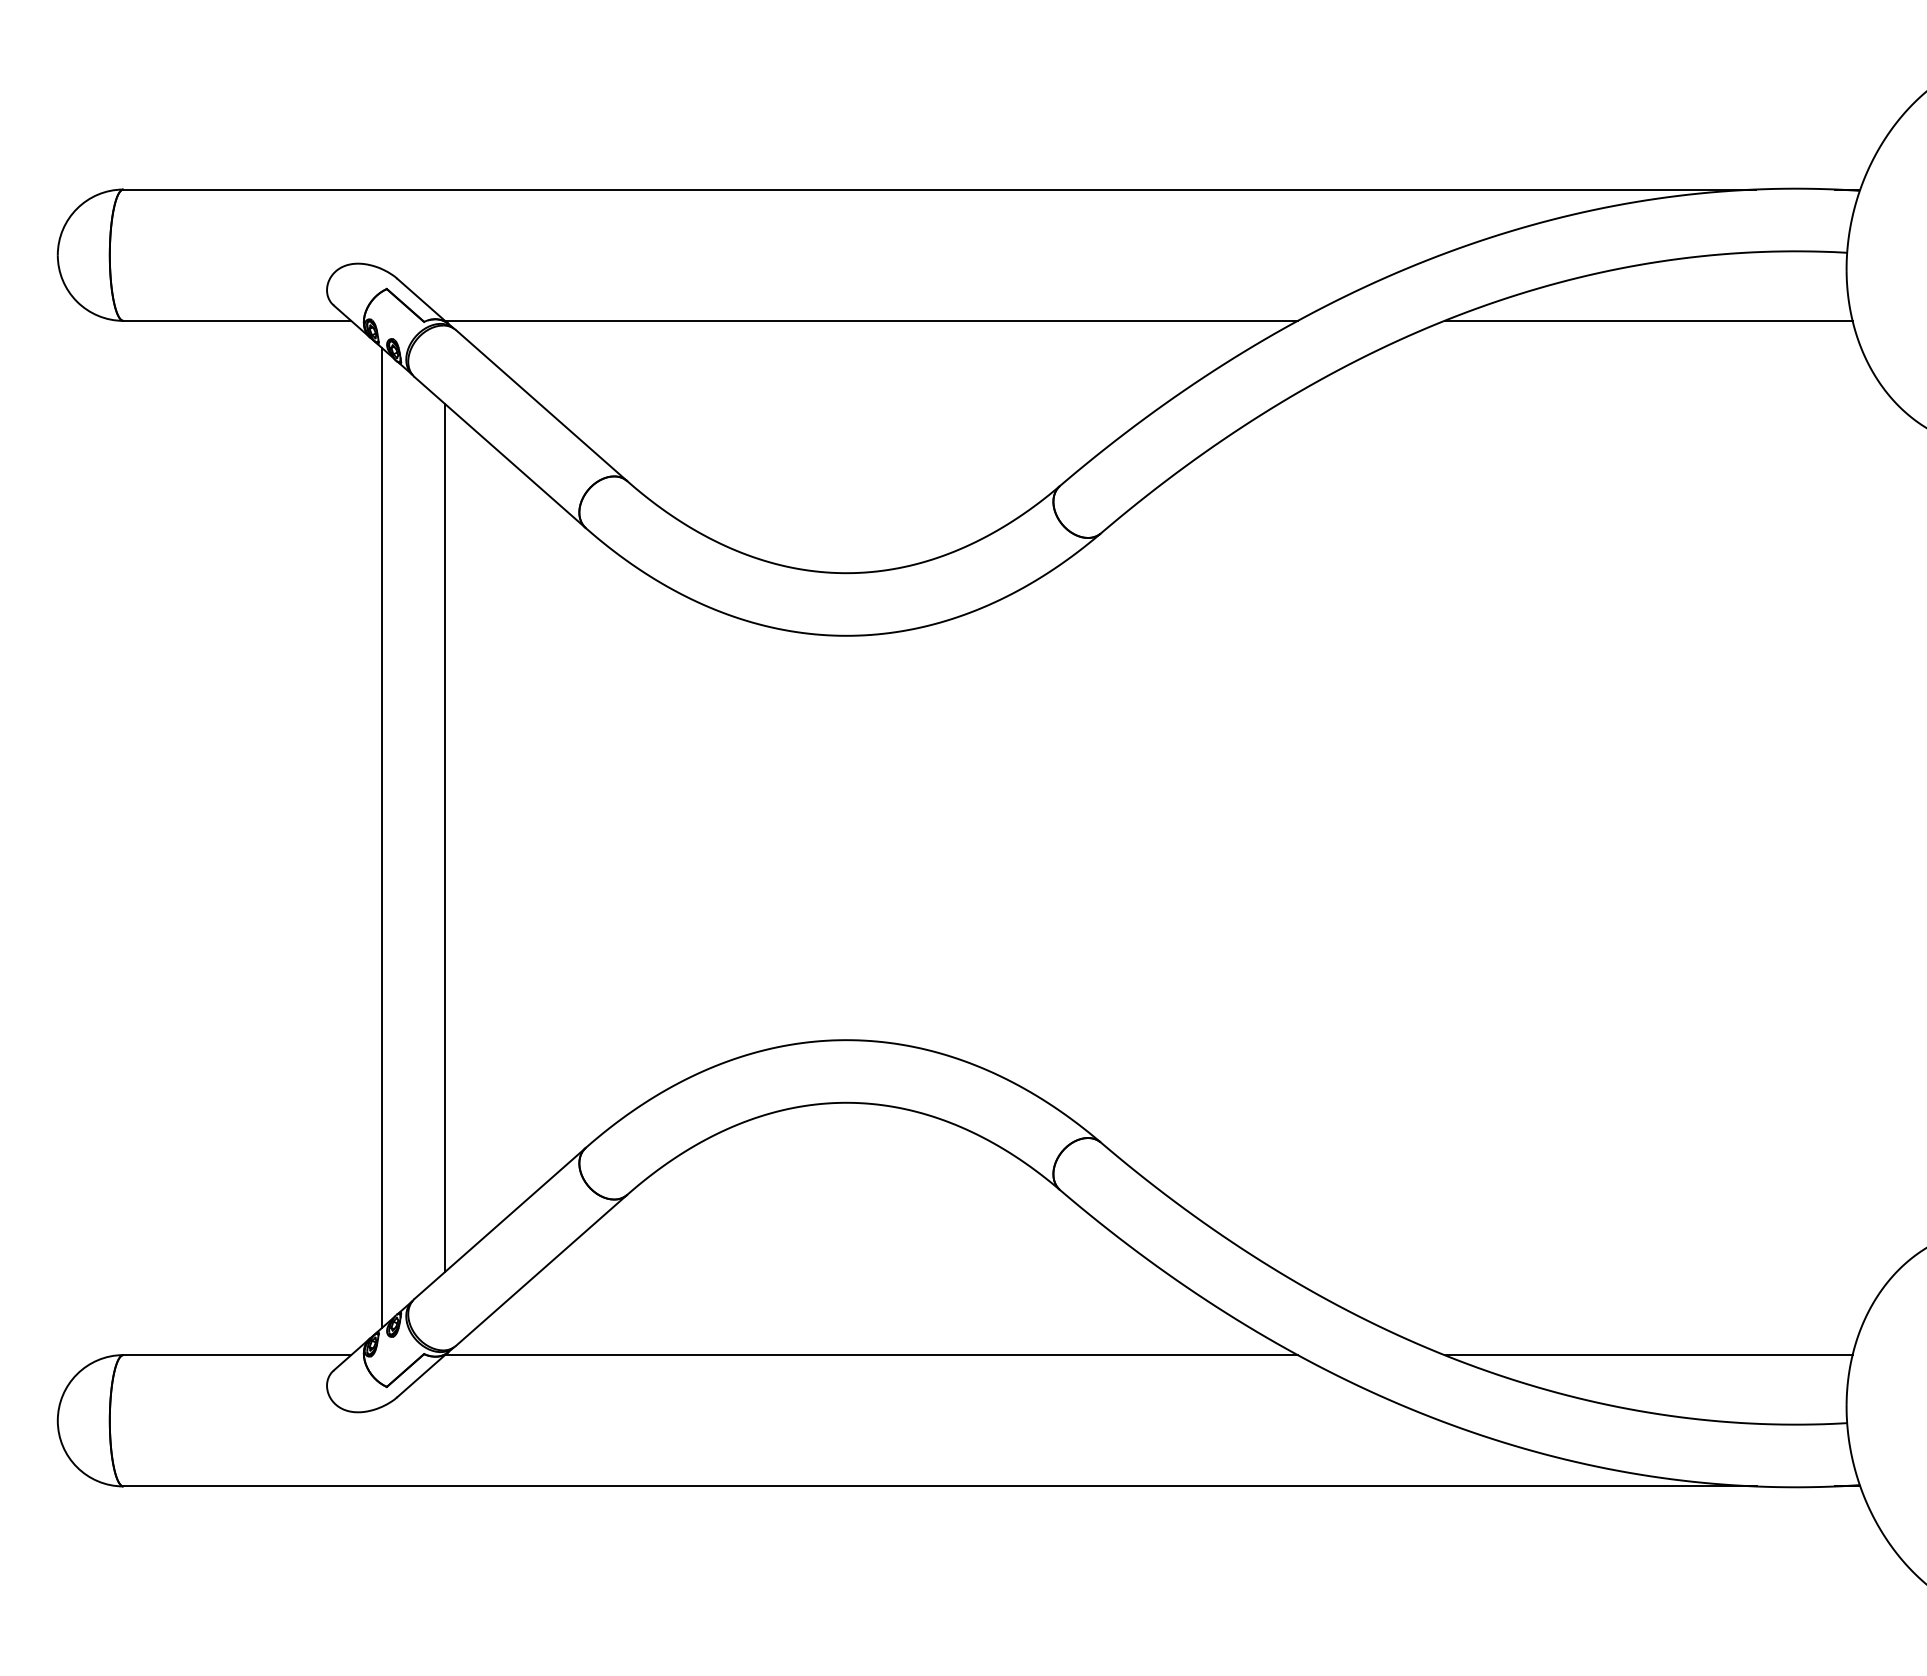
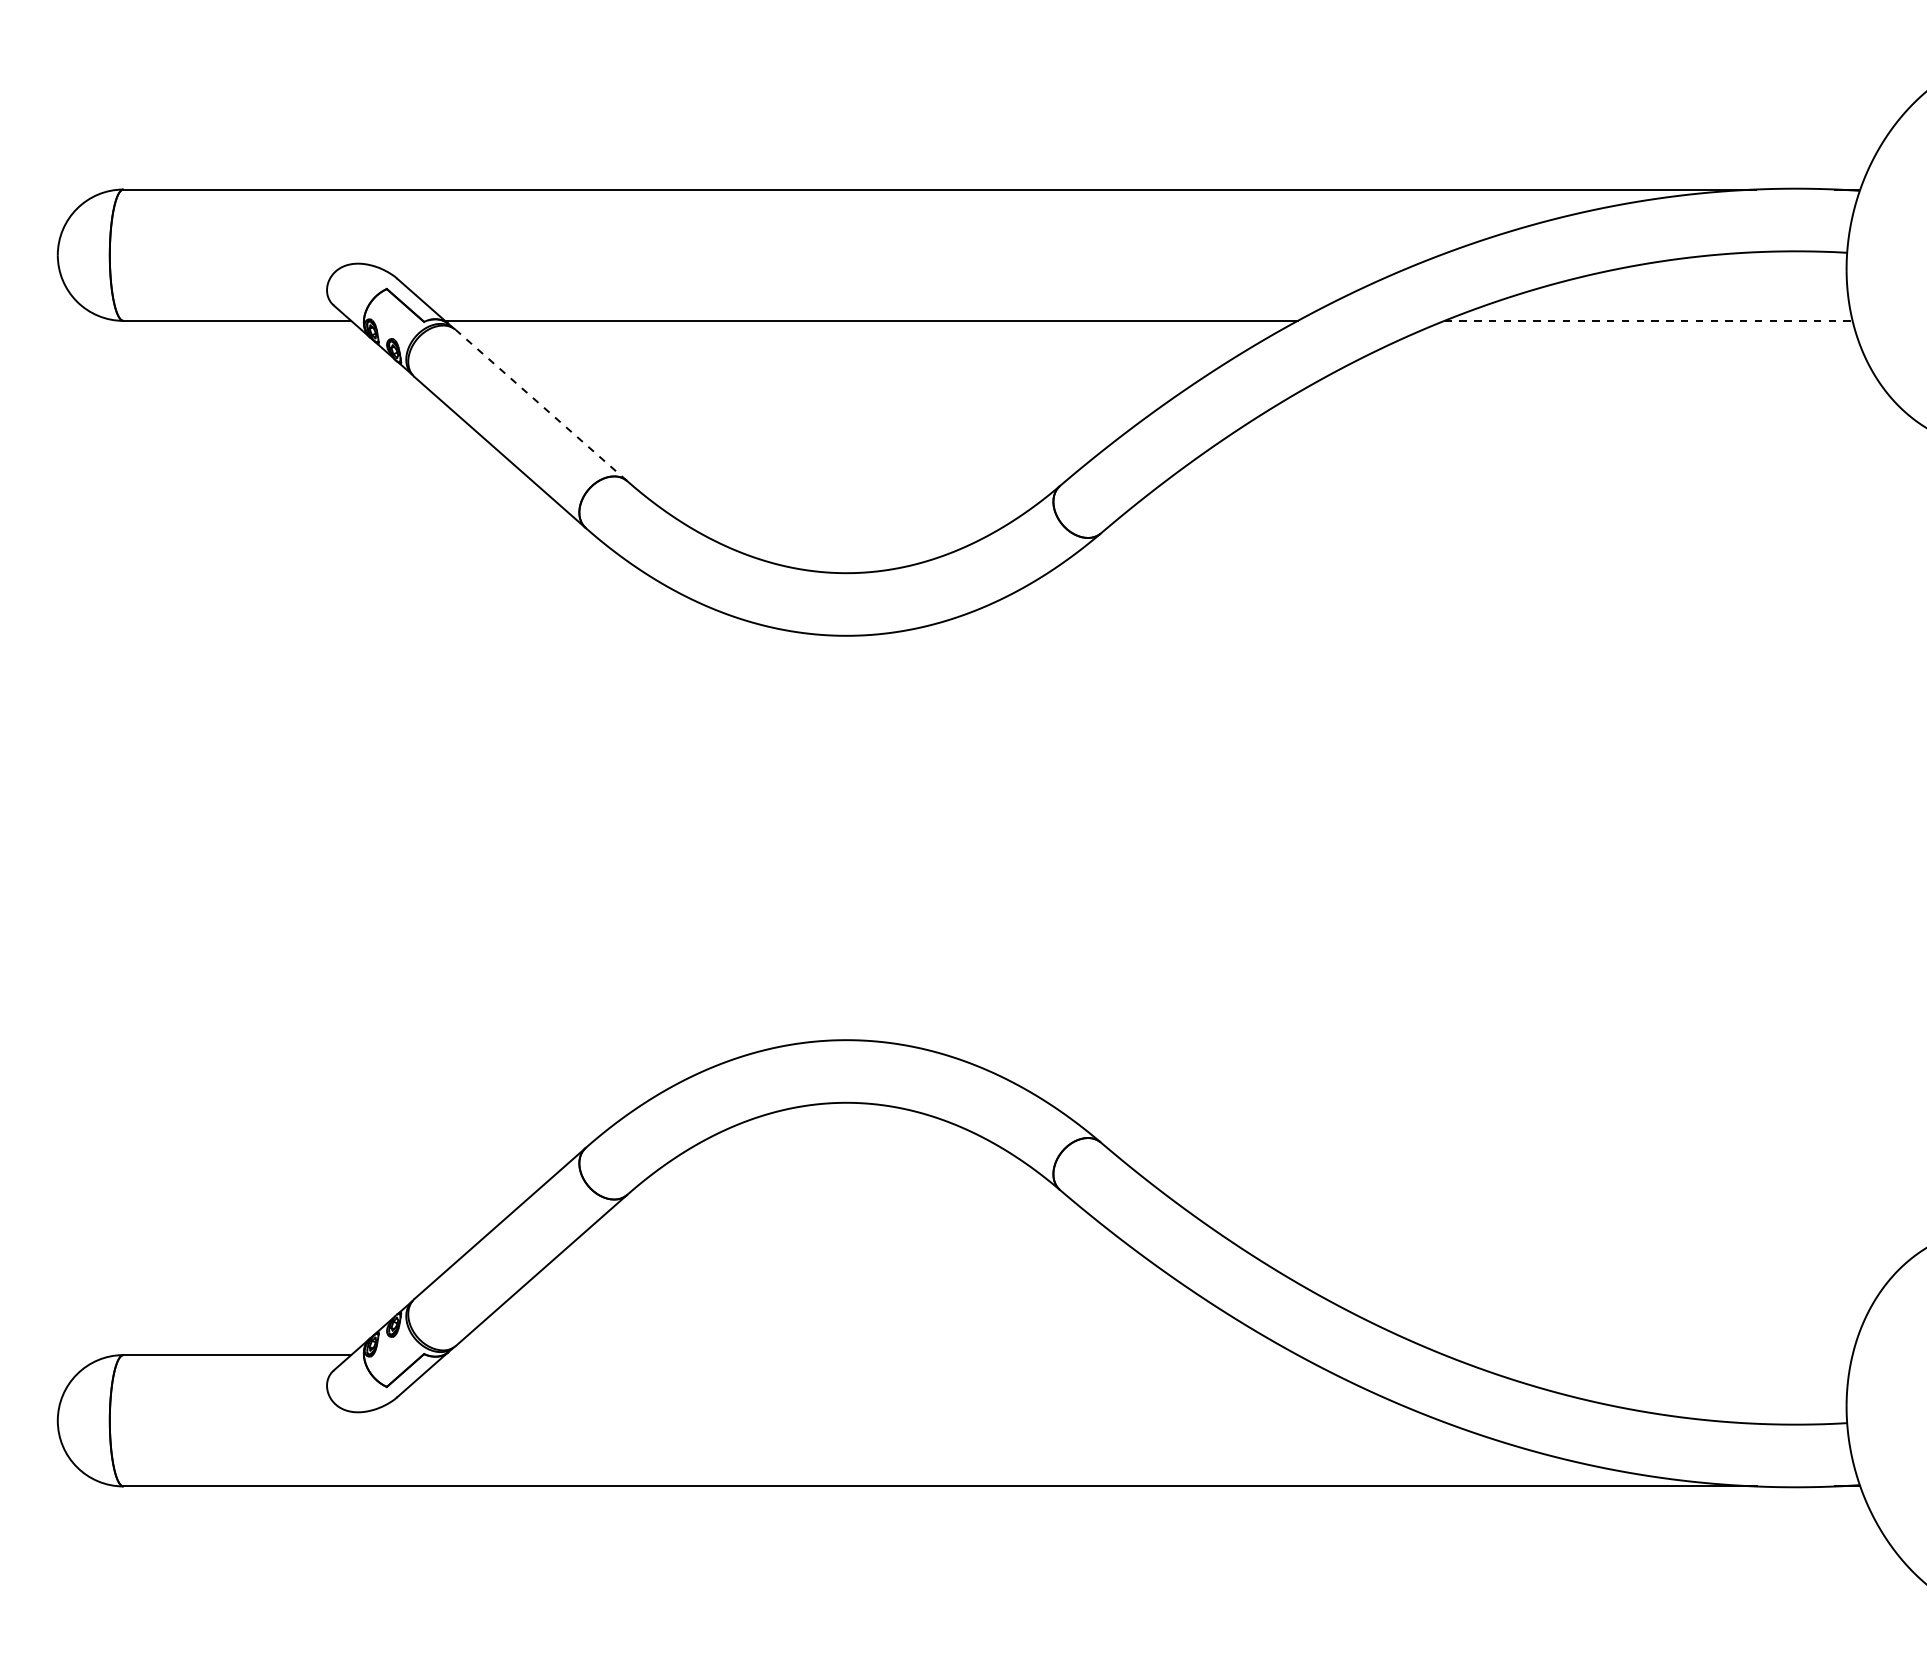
line at (1649, 320): solid -> dashed
line at (541, 405): solid -> dashed
line at (382, 837): present -> none
line at (445, 837): present -> none
line at (871, 1355): present -> none
line at (1648, 1355): present -> none
